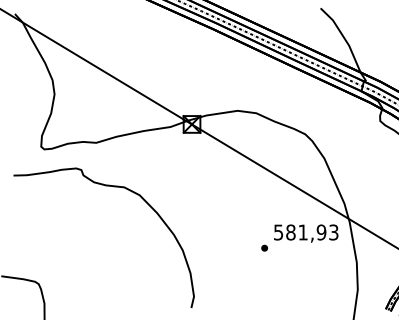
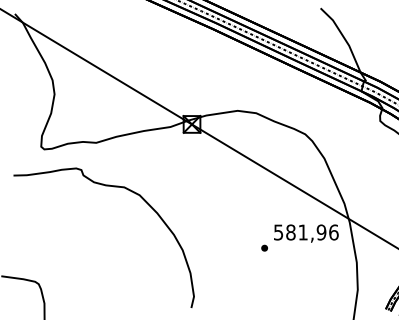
text at (333, 232): 581,93 -> 581,96
